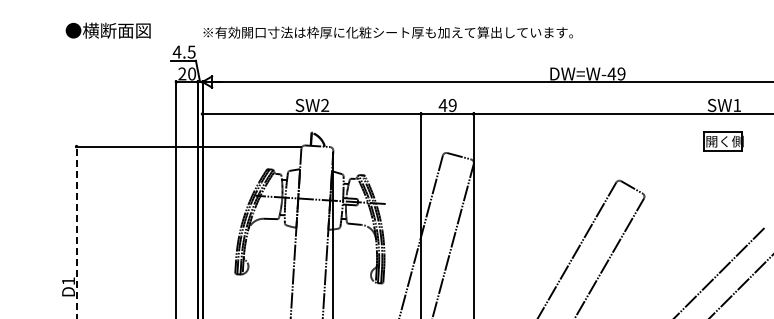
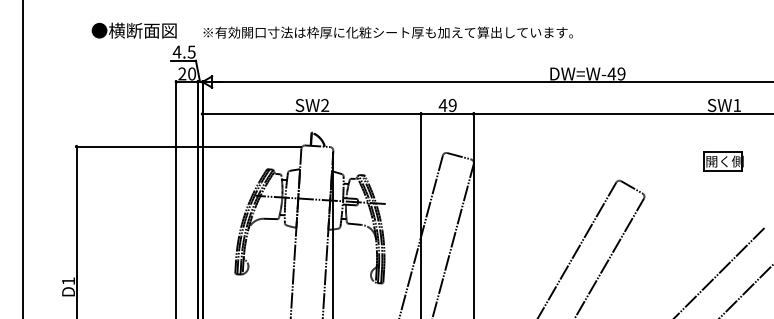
text at (107, 30) position: (107, 30) -> (133, 30)
part at (723, 141) position: (723, 141) -> (723, 161)
line at (23, 158): none -> present
line at (76, 232): dashed -> solid
line at (740, 286) position: (740, 286) -> (745, 291)
